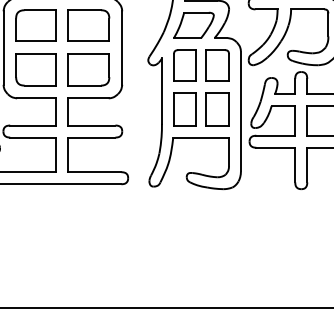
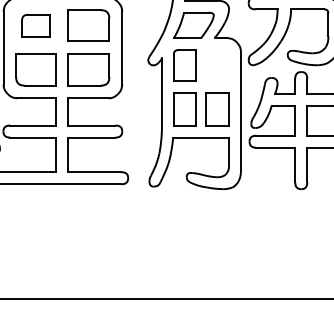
part at (35, 25) size: 42x33 px -> 30x24 px
part at (217, 65): present -> none
line at (166, 307) position: (166, 307) -> (166, 298)
